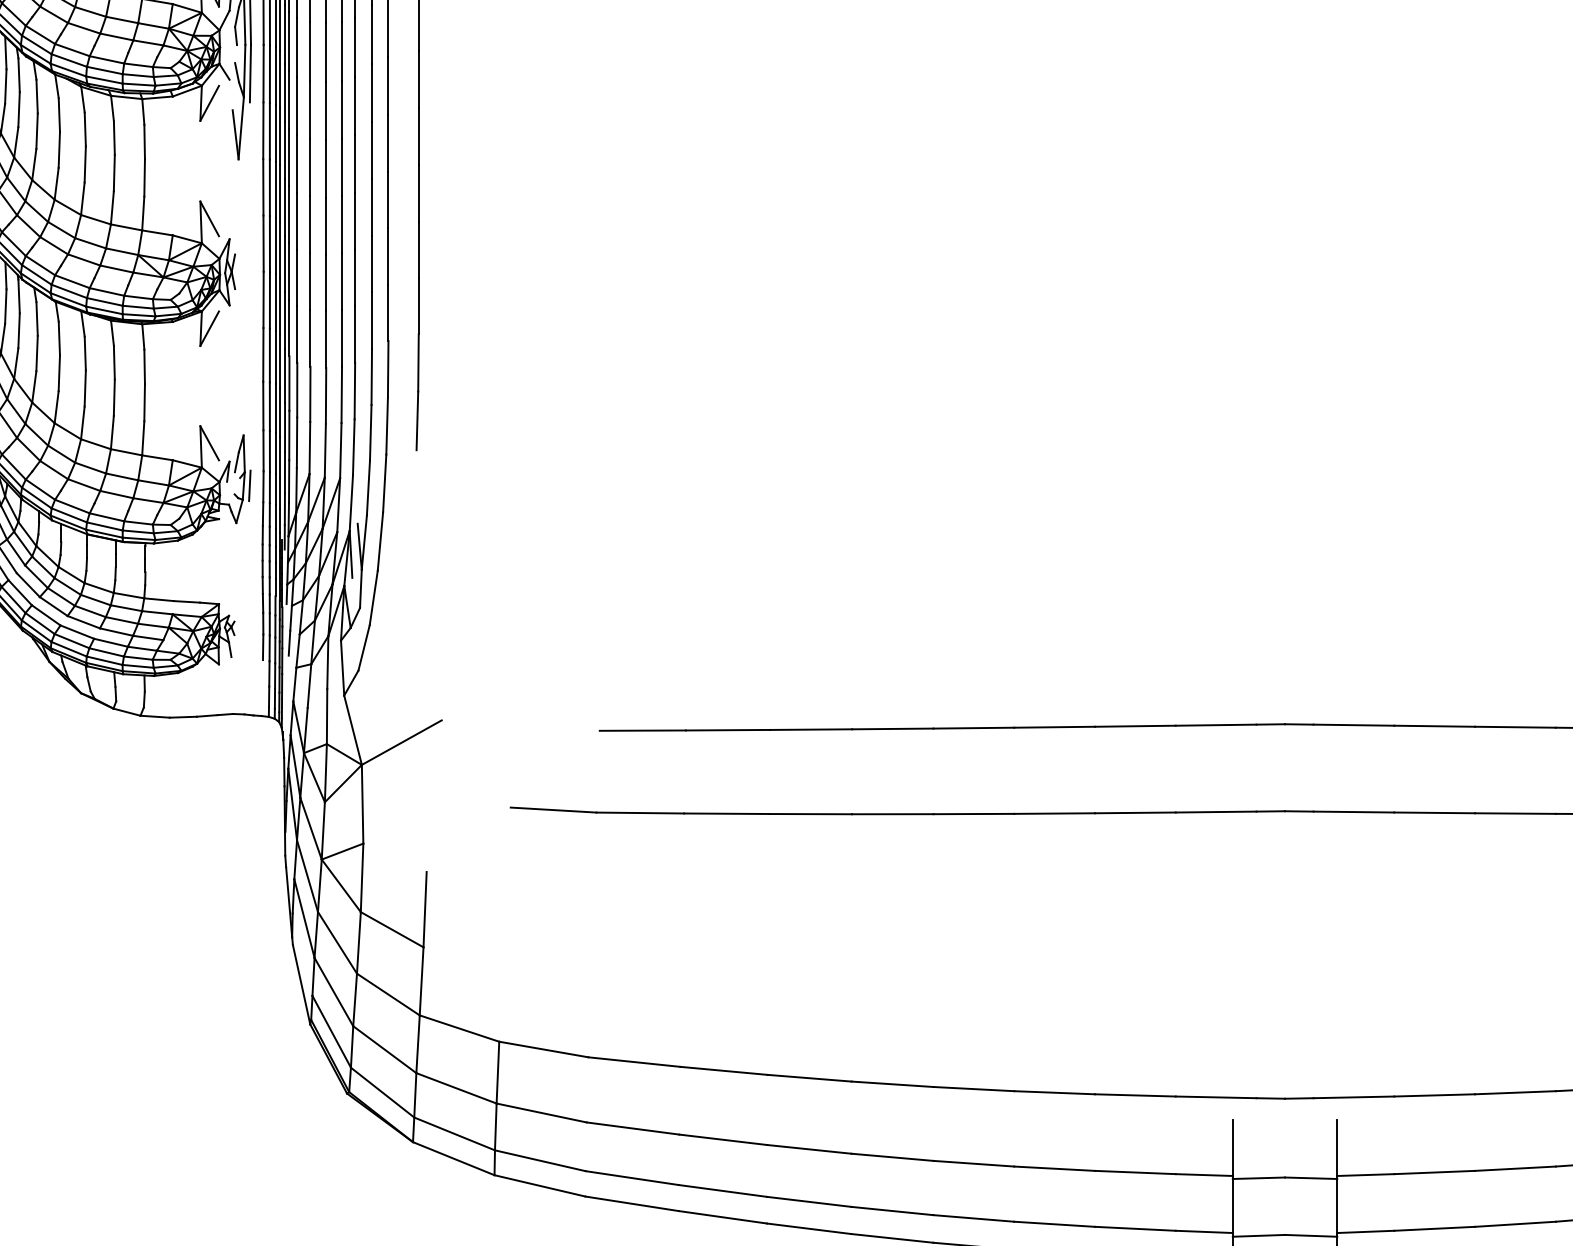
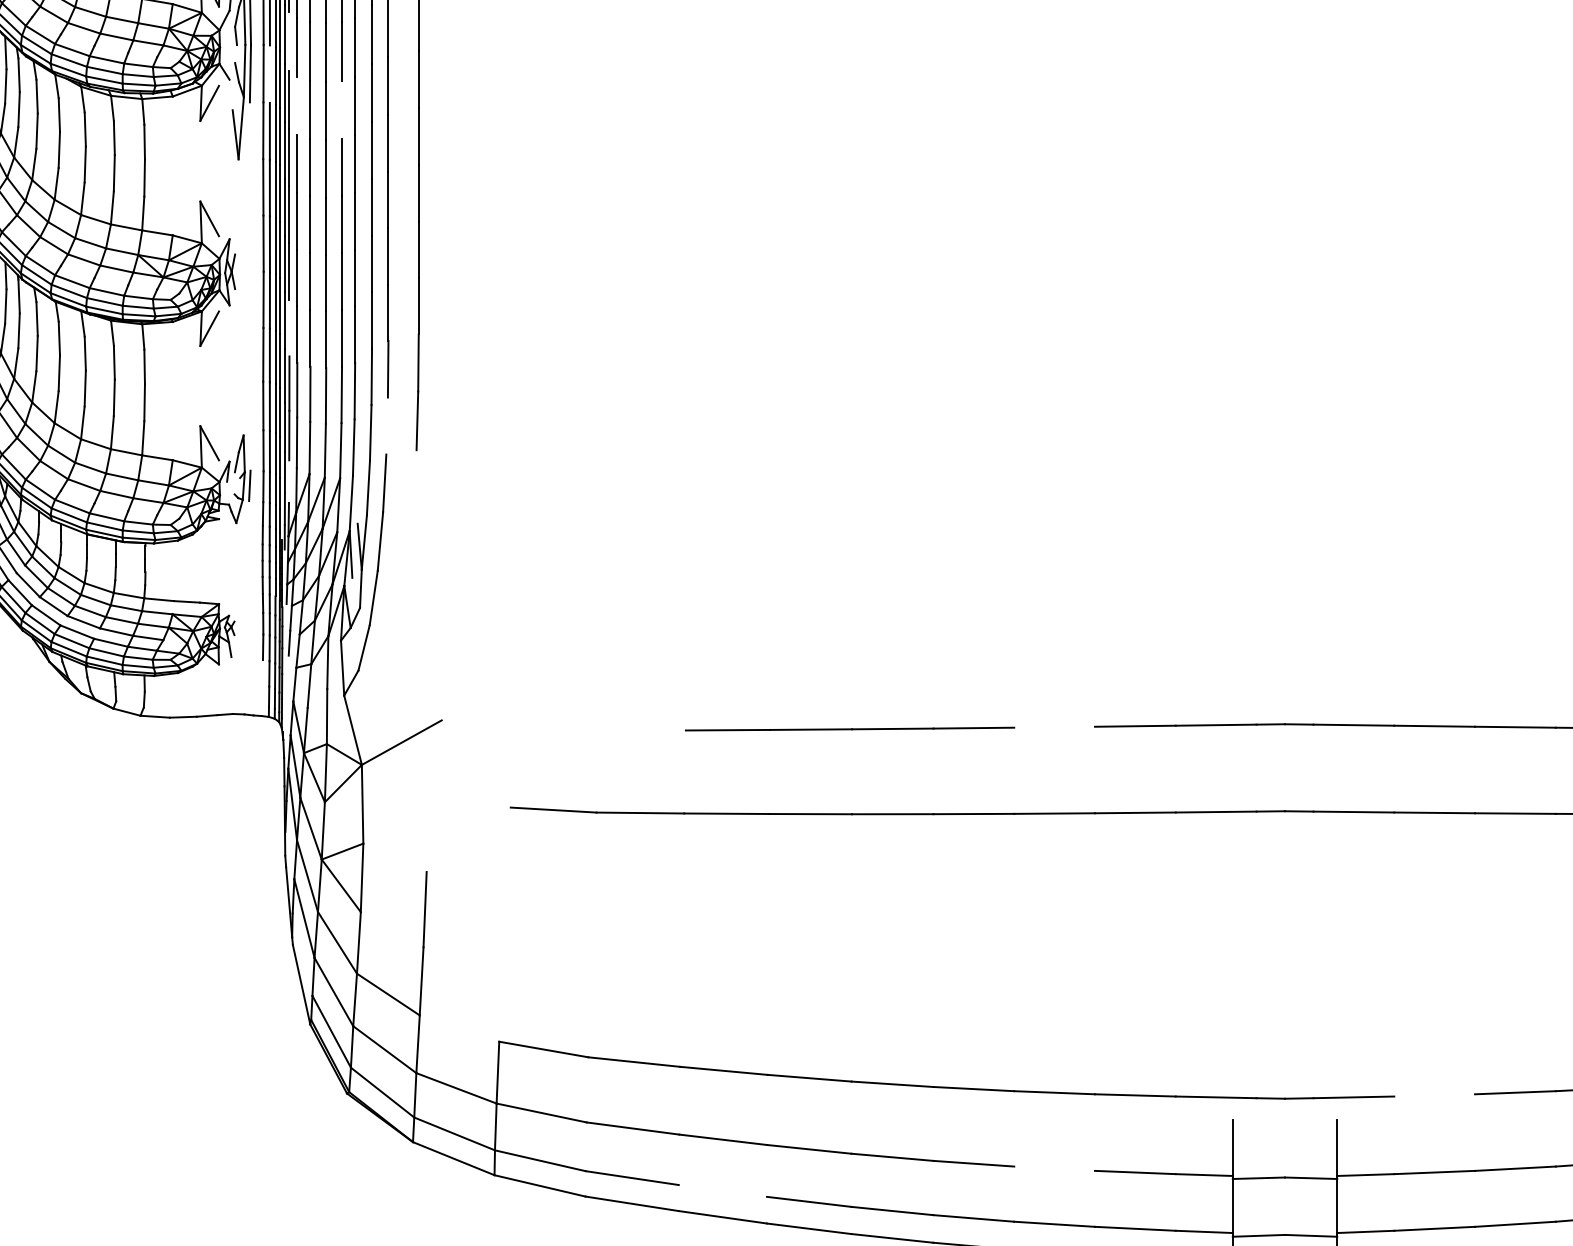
line at (289, 41): present -> none
line at (269, 73): present -> none
line at (297, 106): present -> none
line at (342, 109): present -> none
line at (289, 327): present -> none
line at (386, 425): present -> none
line at (289, 481): present -> none
line at (1054, 726): present -> none
line at (642, 730): present -> none
line at (391, 929): present -> none
line at (459, 1028): present -> none
line at (1434, 1095): present -> none
line at (1054, 1168): present -> none
line at (722, 1190): present -> none
